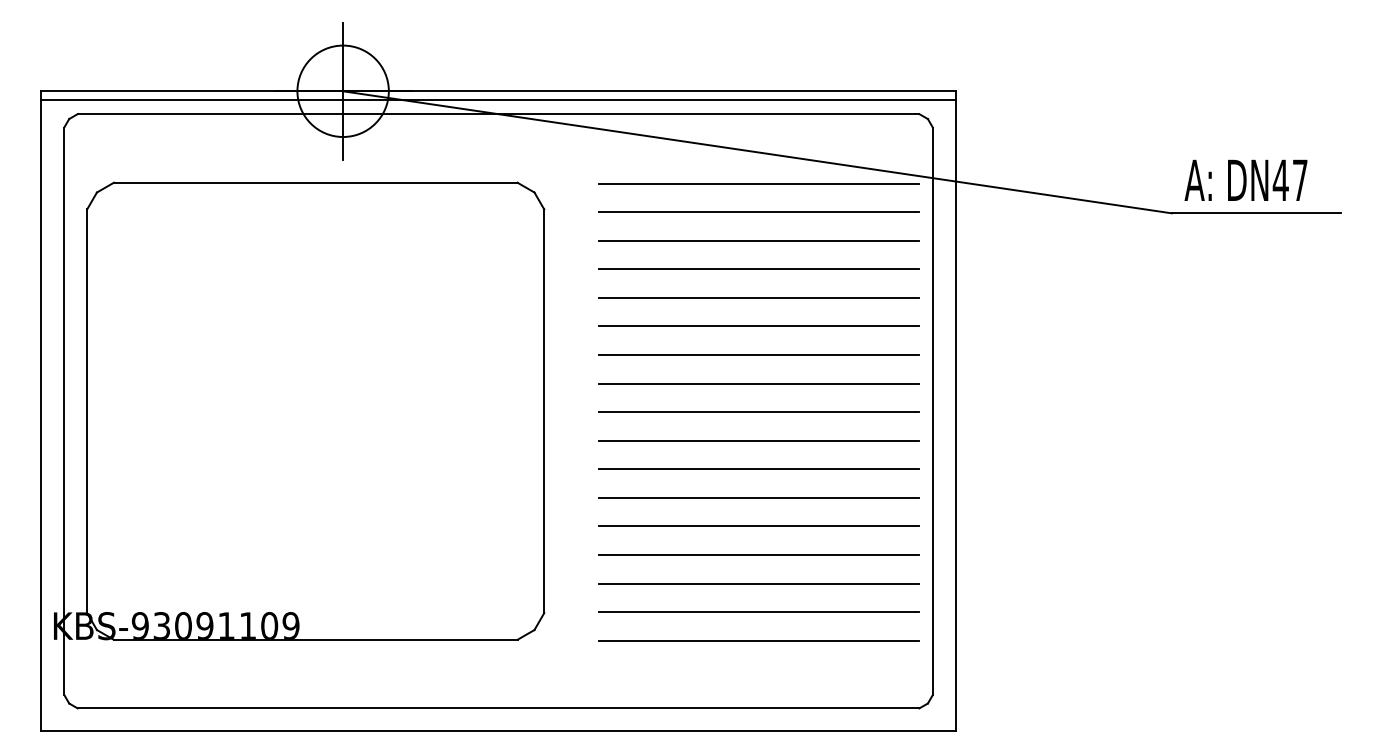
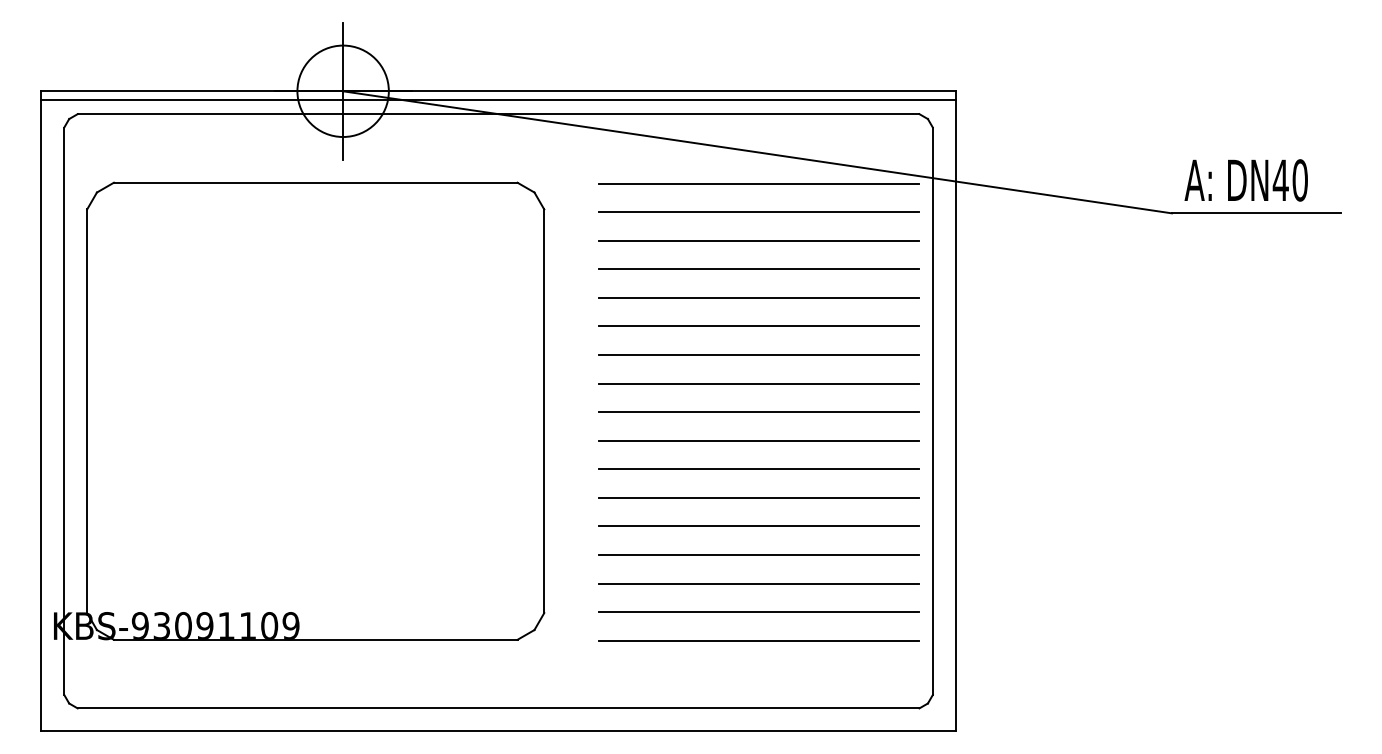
text at (1299, 180): DN47 -> DN40
